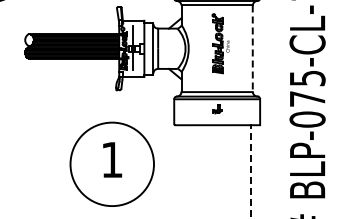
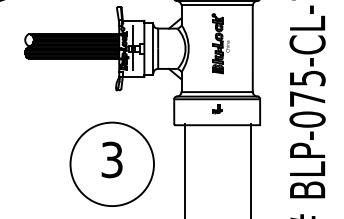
line at (252, 49): dashed -> solid
text at (111, 159): 1 -> 3
line at (185, 169): none -> present
line at (251, 171): dashed -> solid
